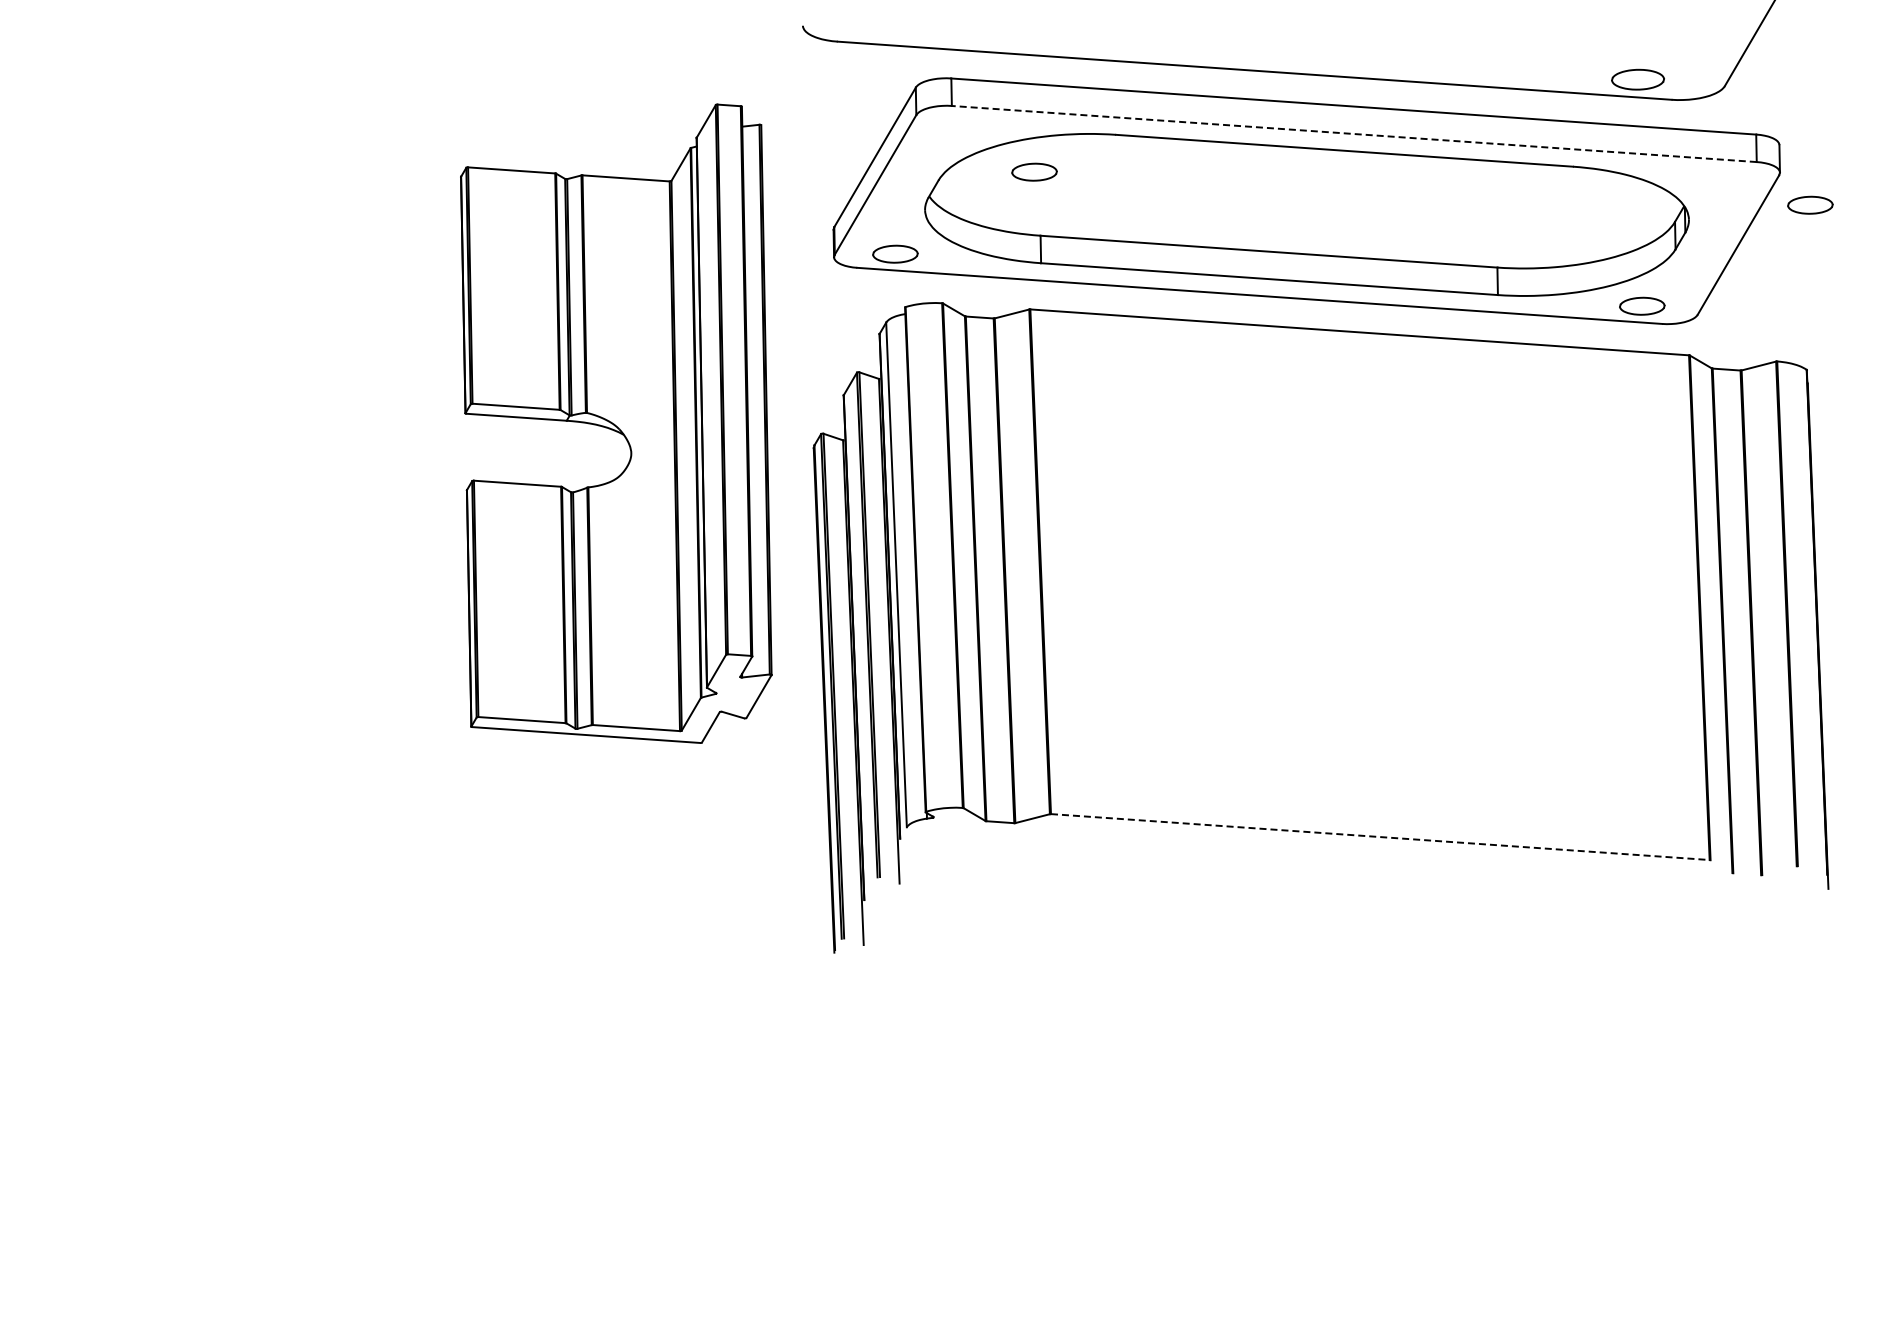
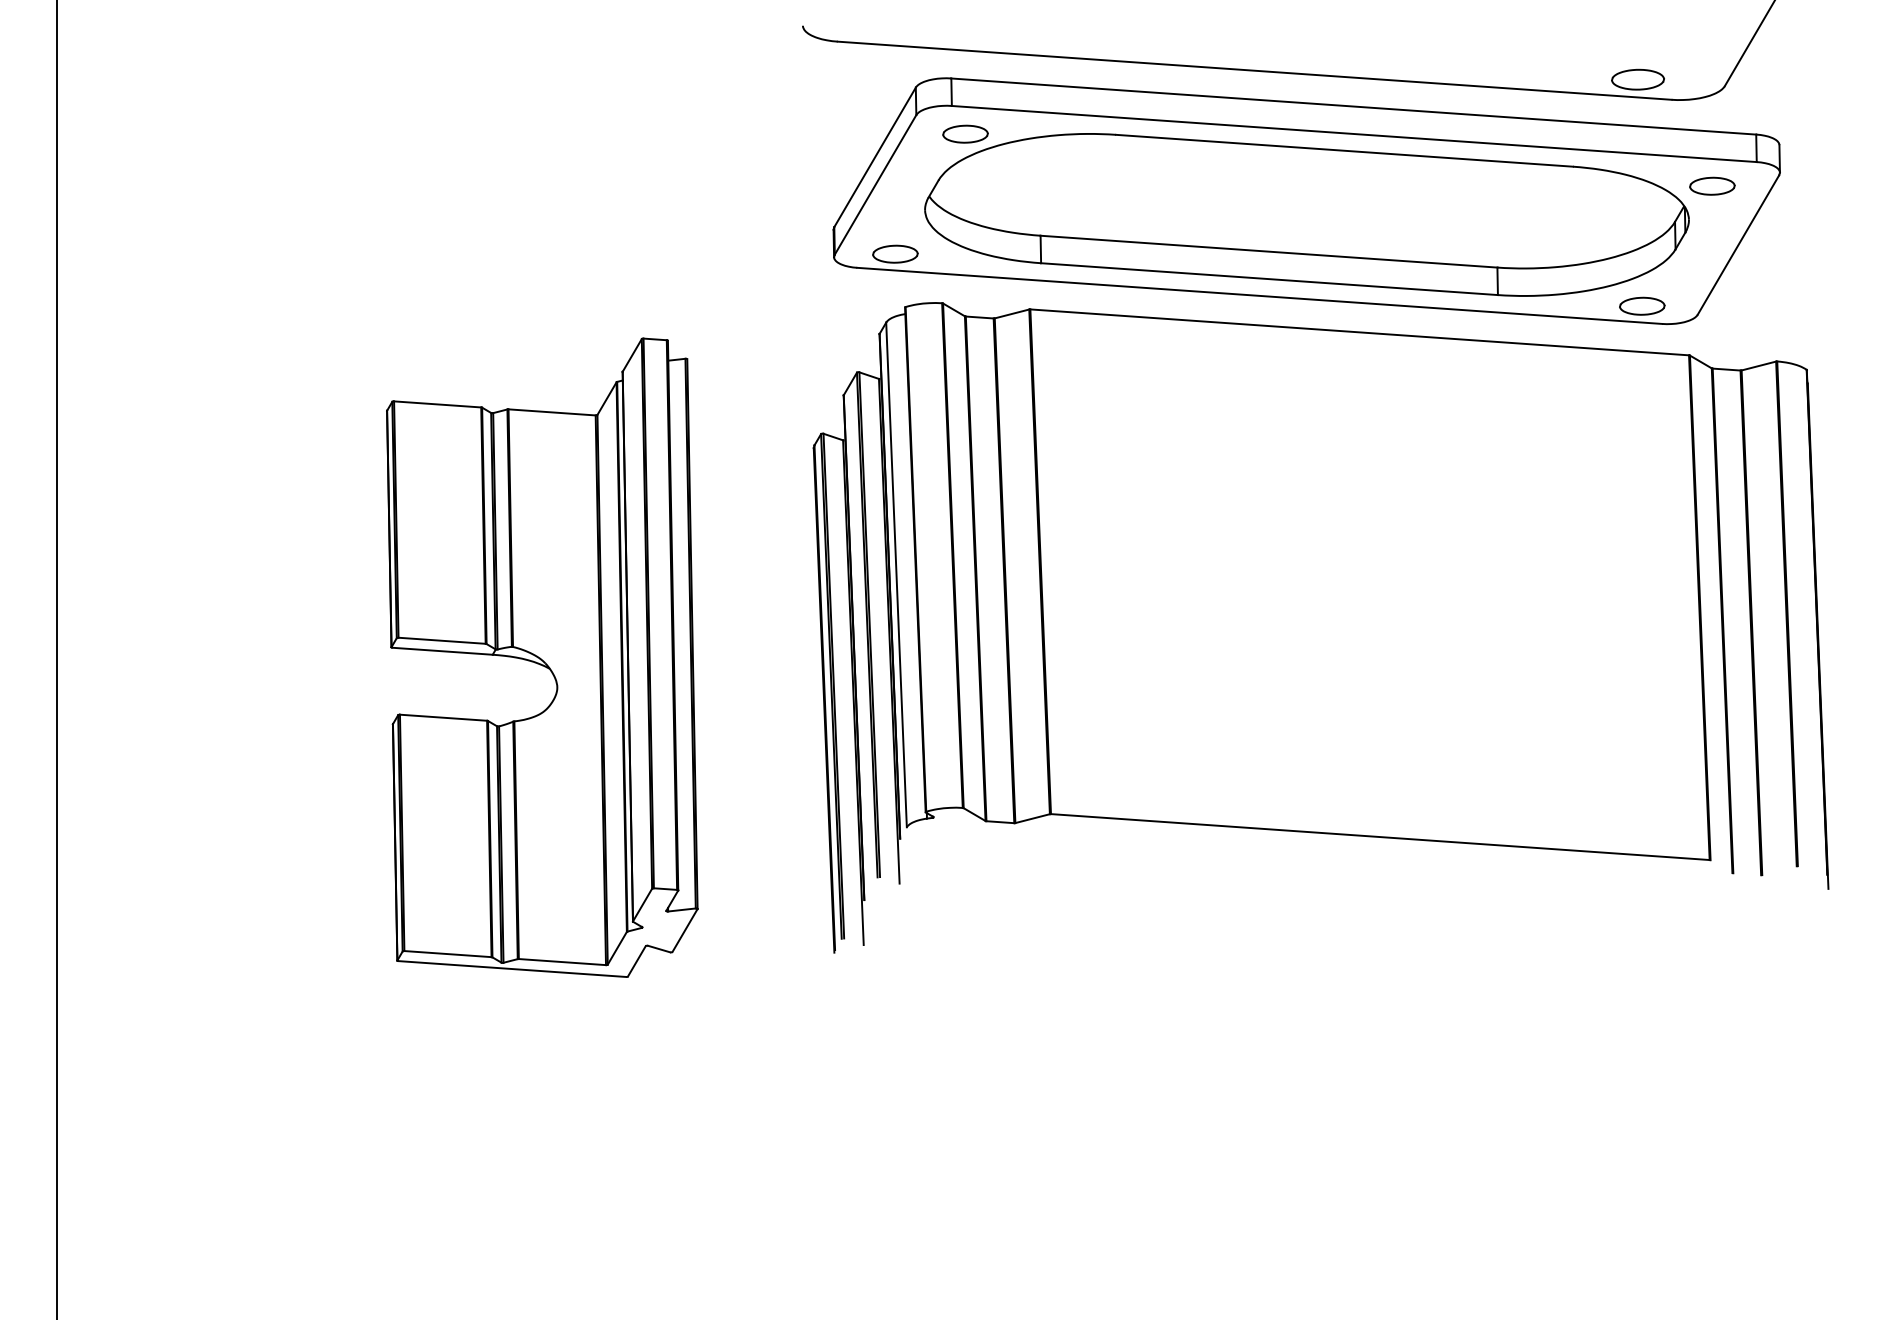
line at (1353, 133): dashed -> solid
part at (1034, 171) position: (1034, 171) -> (965, 133)
part at (1810, 204) position: (1810, 204) -> (1712, 185)
part at (616, 423) position: (616, 423) -> (542, 657)
line at (56, 659): none -> present
line at (1380, 837): dashed -> solid
